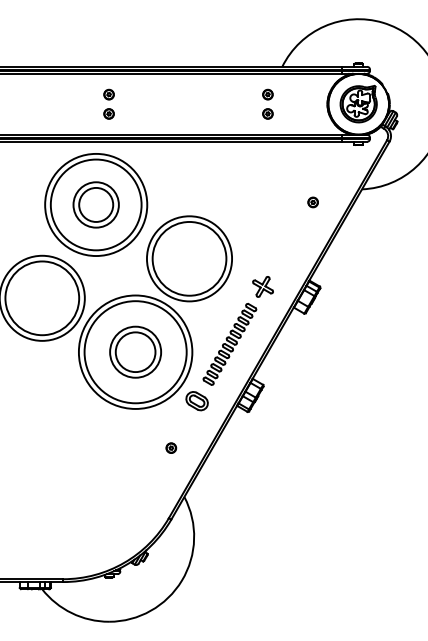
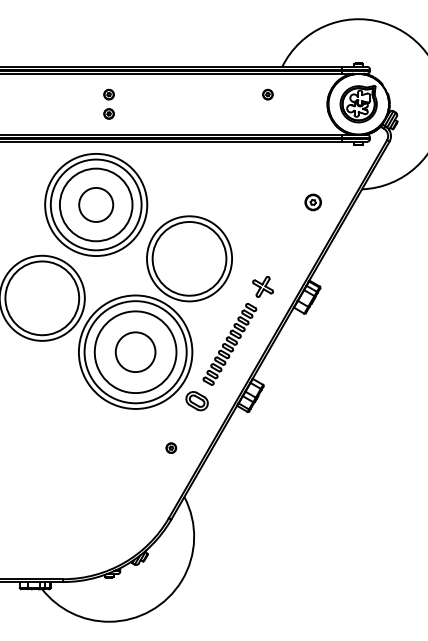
part at (267, 113): present -> none
part at (312, 202) size: 12x13 px -> 18x19 px
circle at (95, 204) diameter: 45 px -> 73 px
circle at (135, 351) diameter: 51 px -> 82 px
